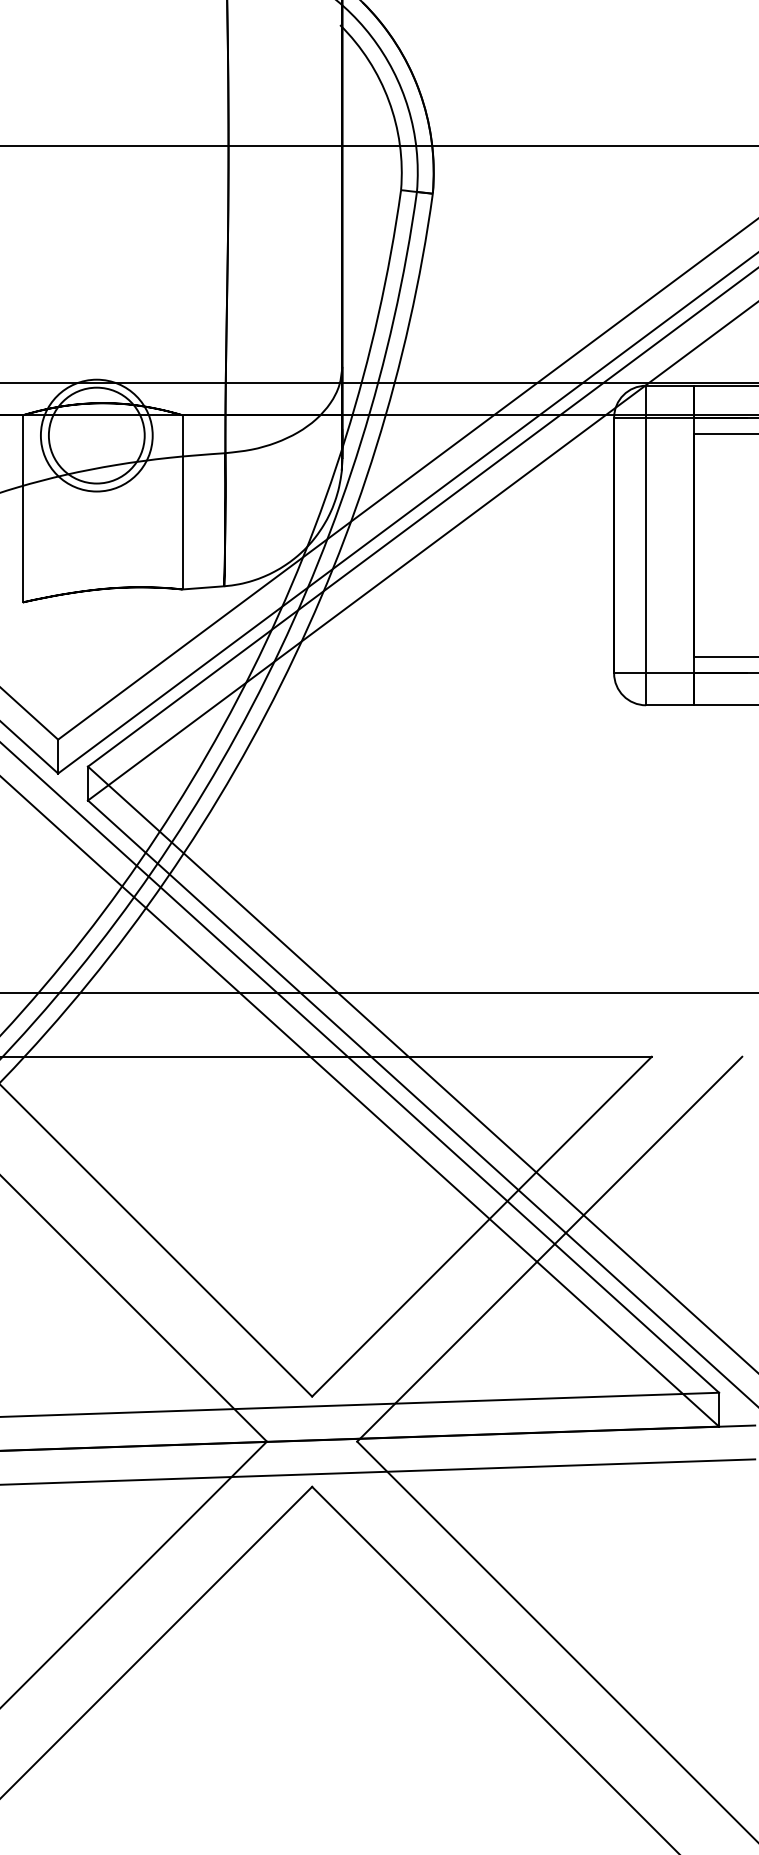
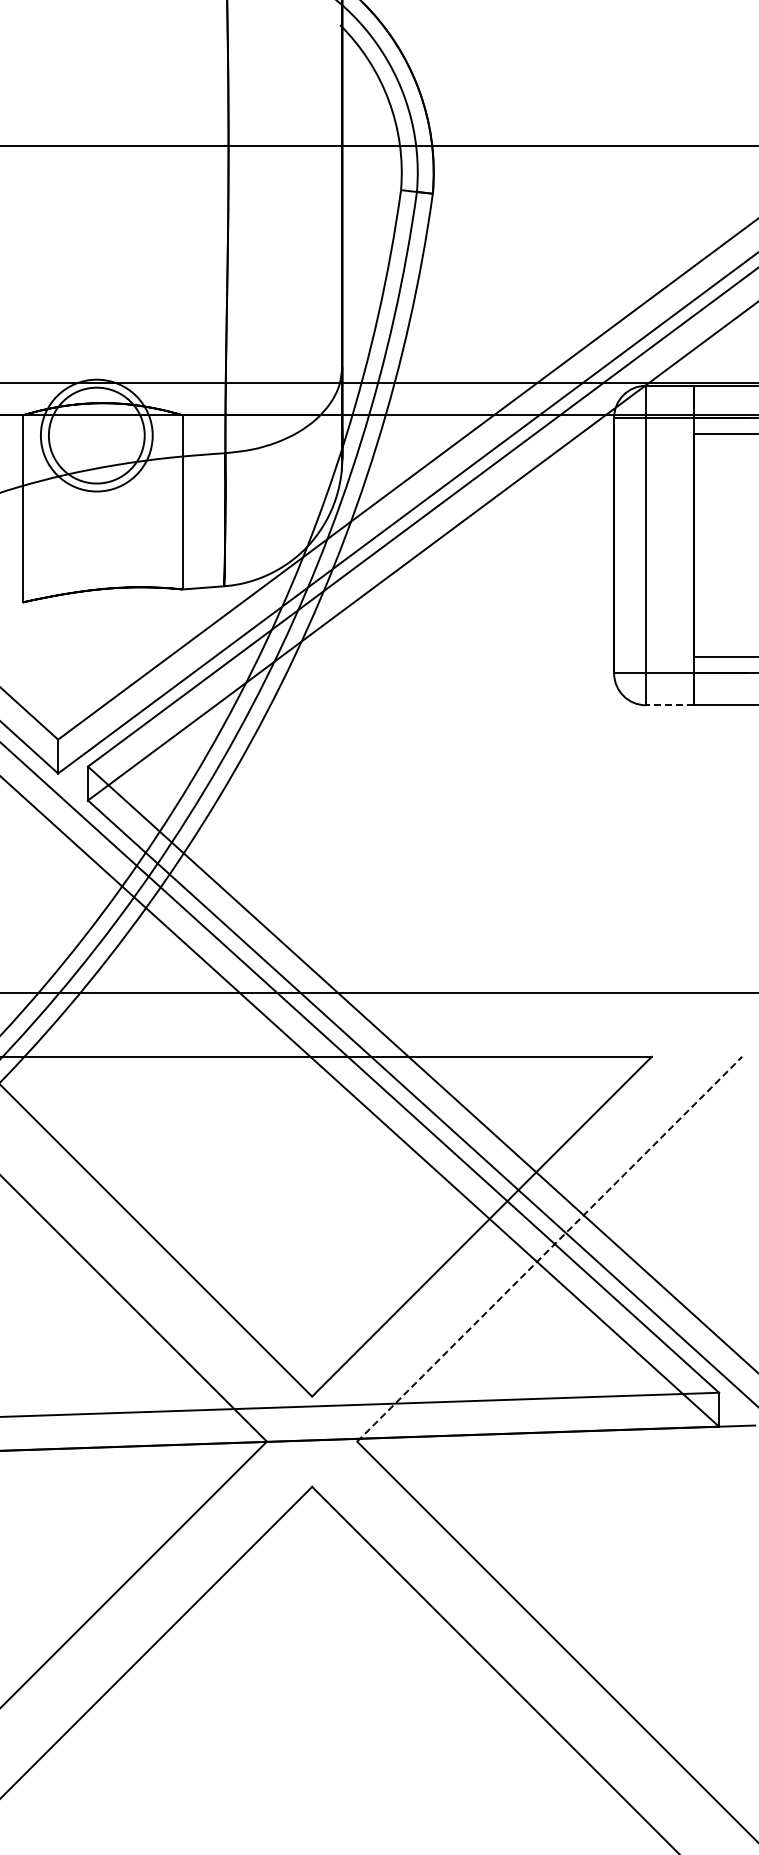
line at (670, 705): solid -> dashed
line at (550, 1248): solid -> dashed
line at (378, 1471): present -> none
